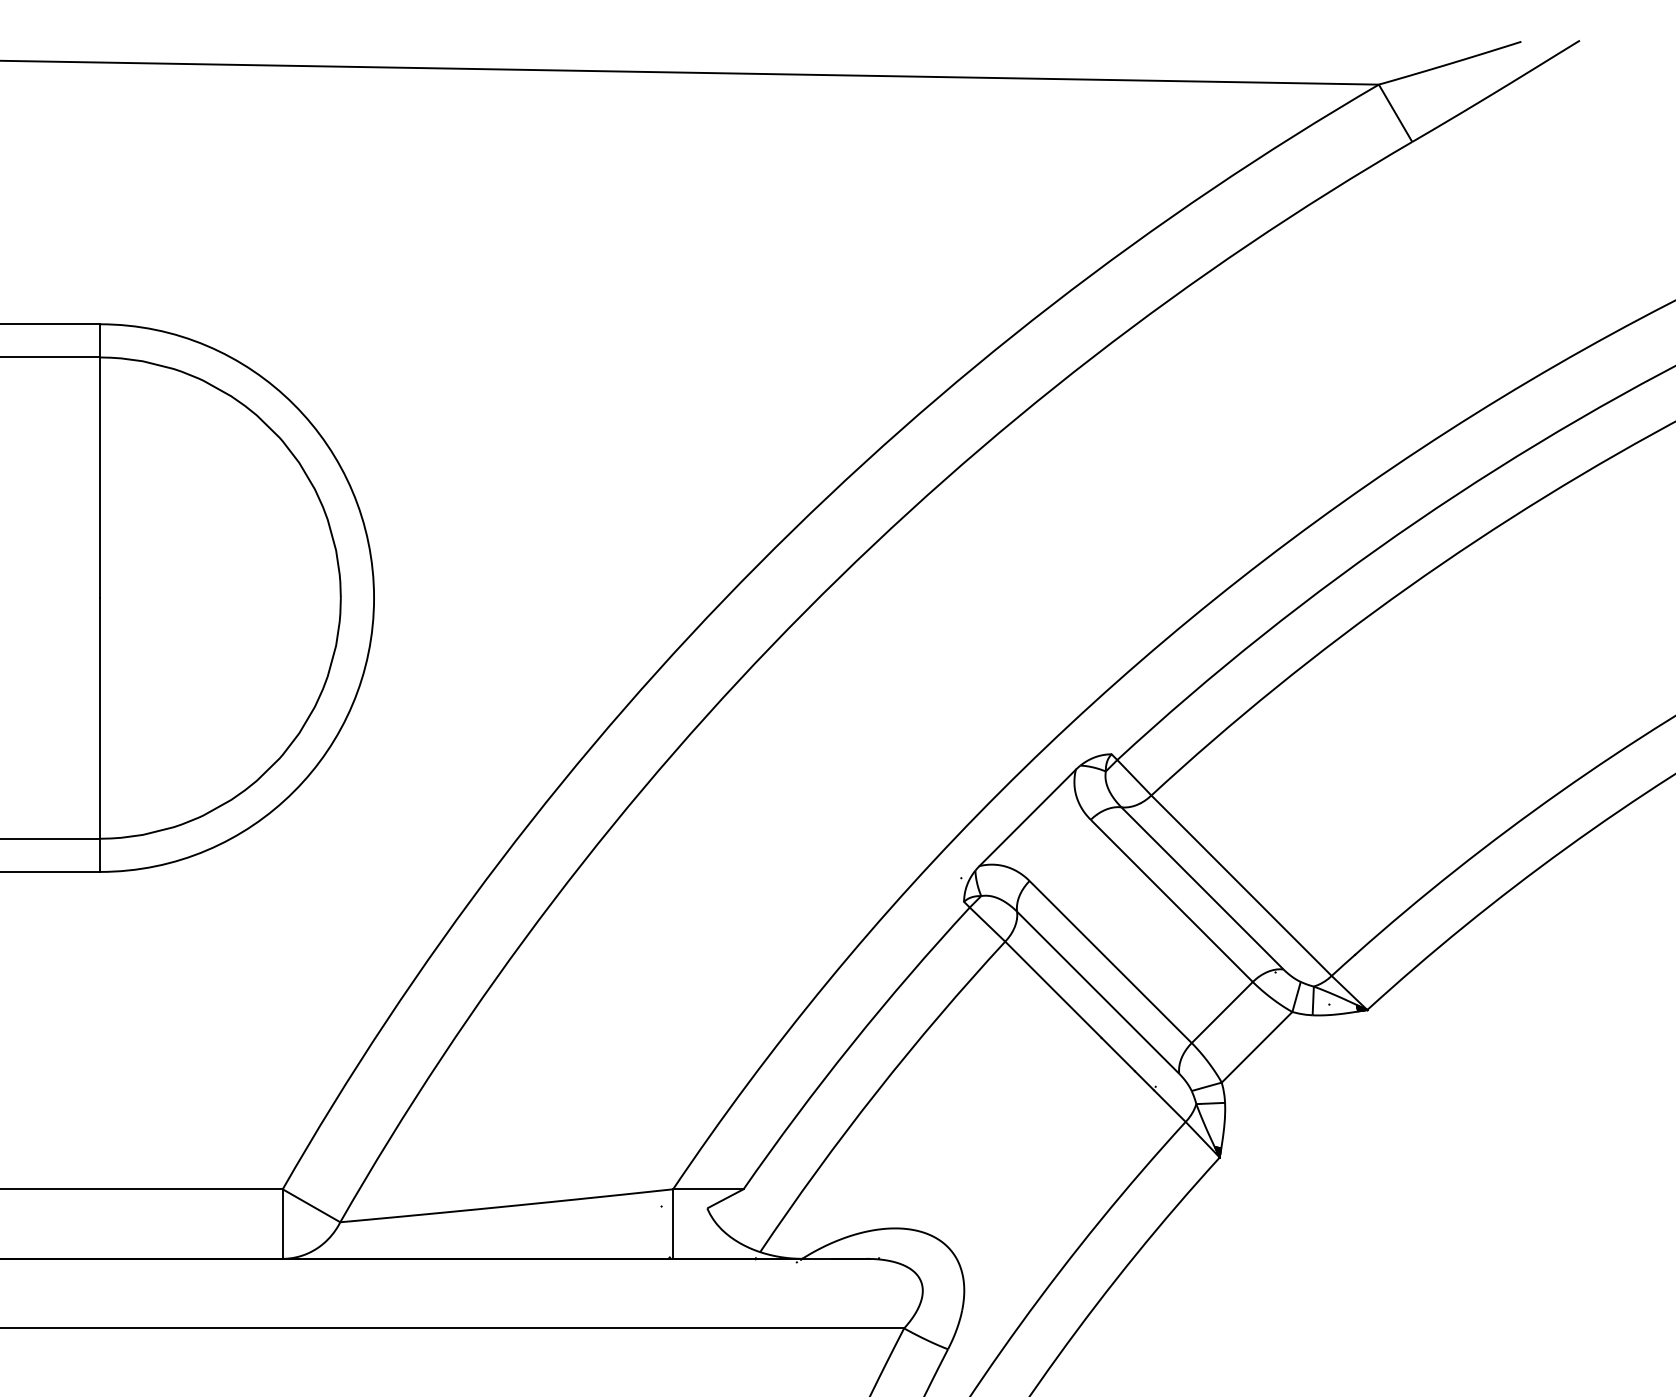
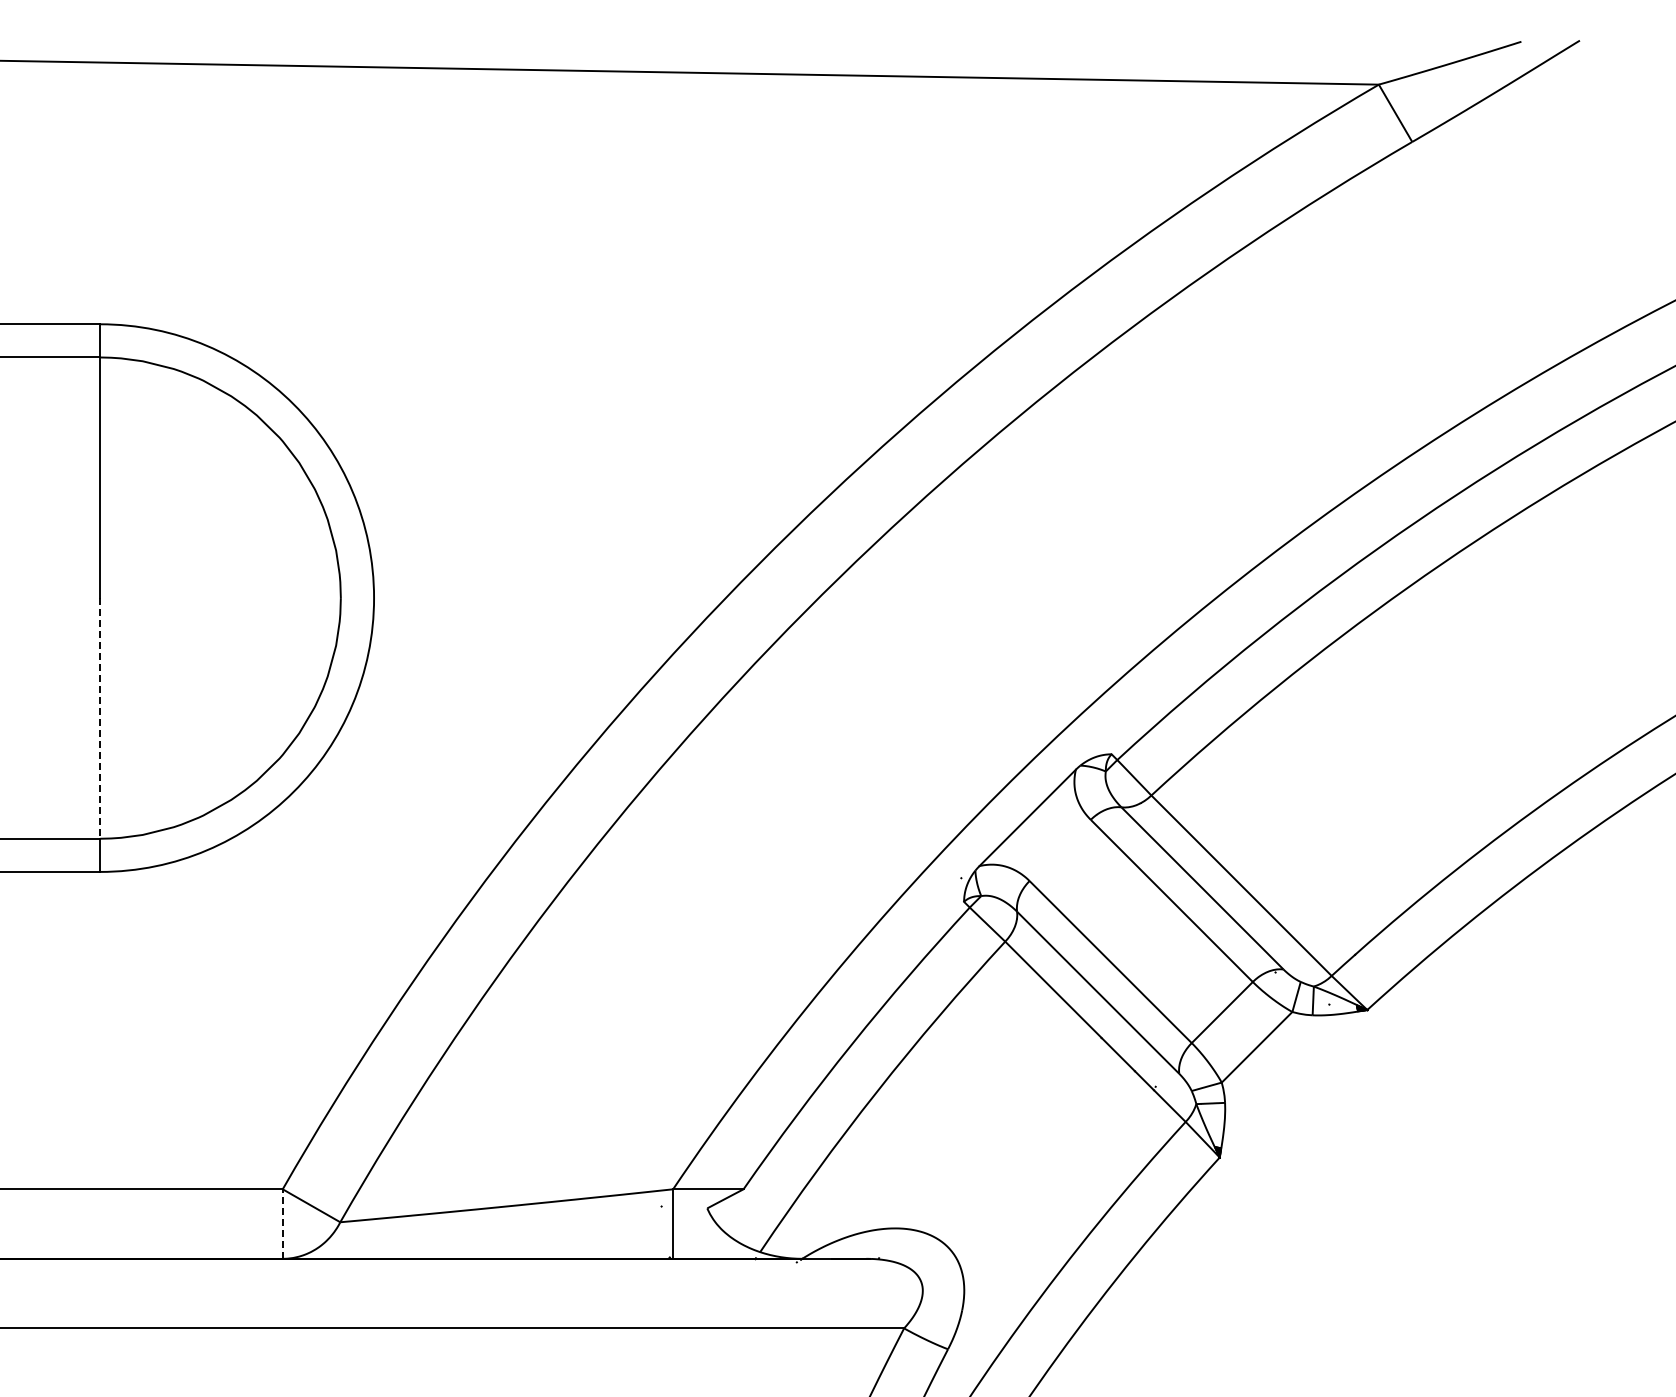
line at (100, 718): solid -> dashed
line at (282, 1224): solid -> dashed
